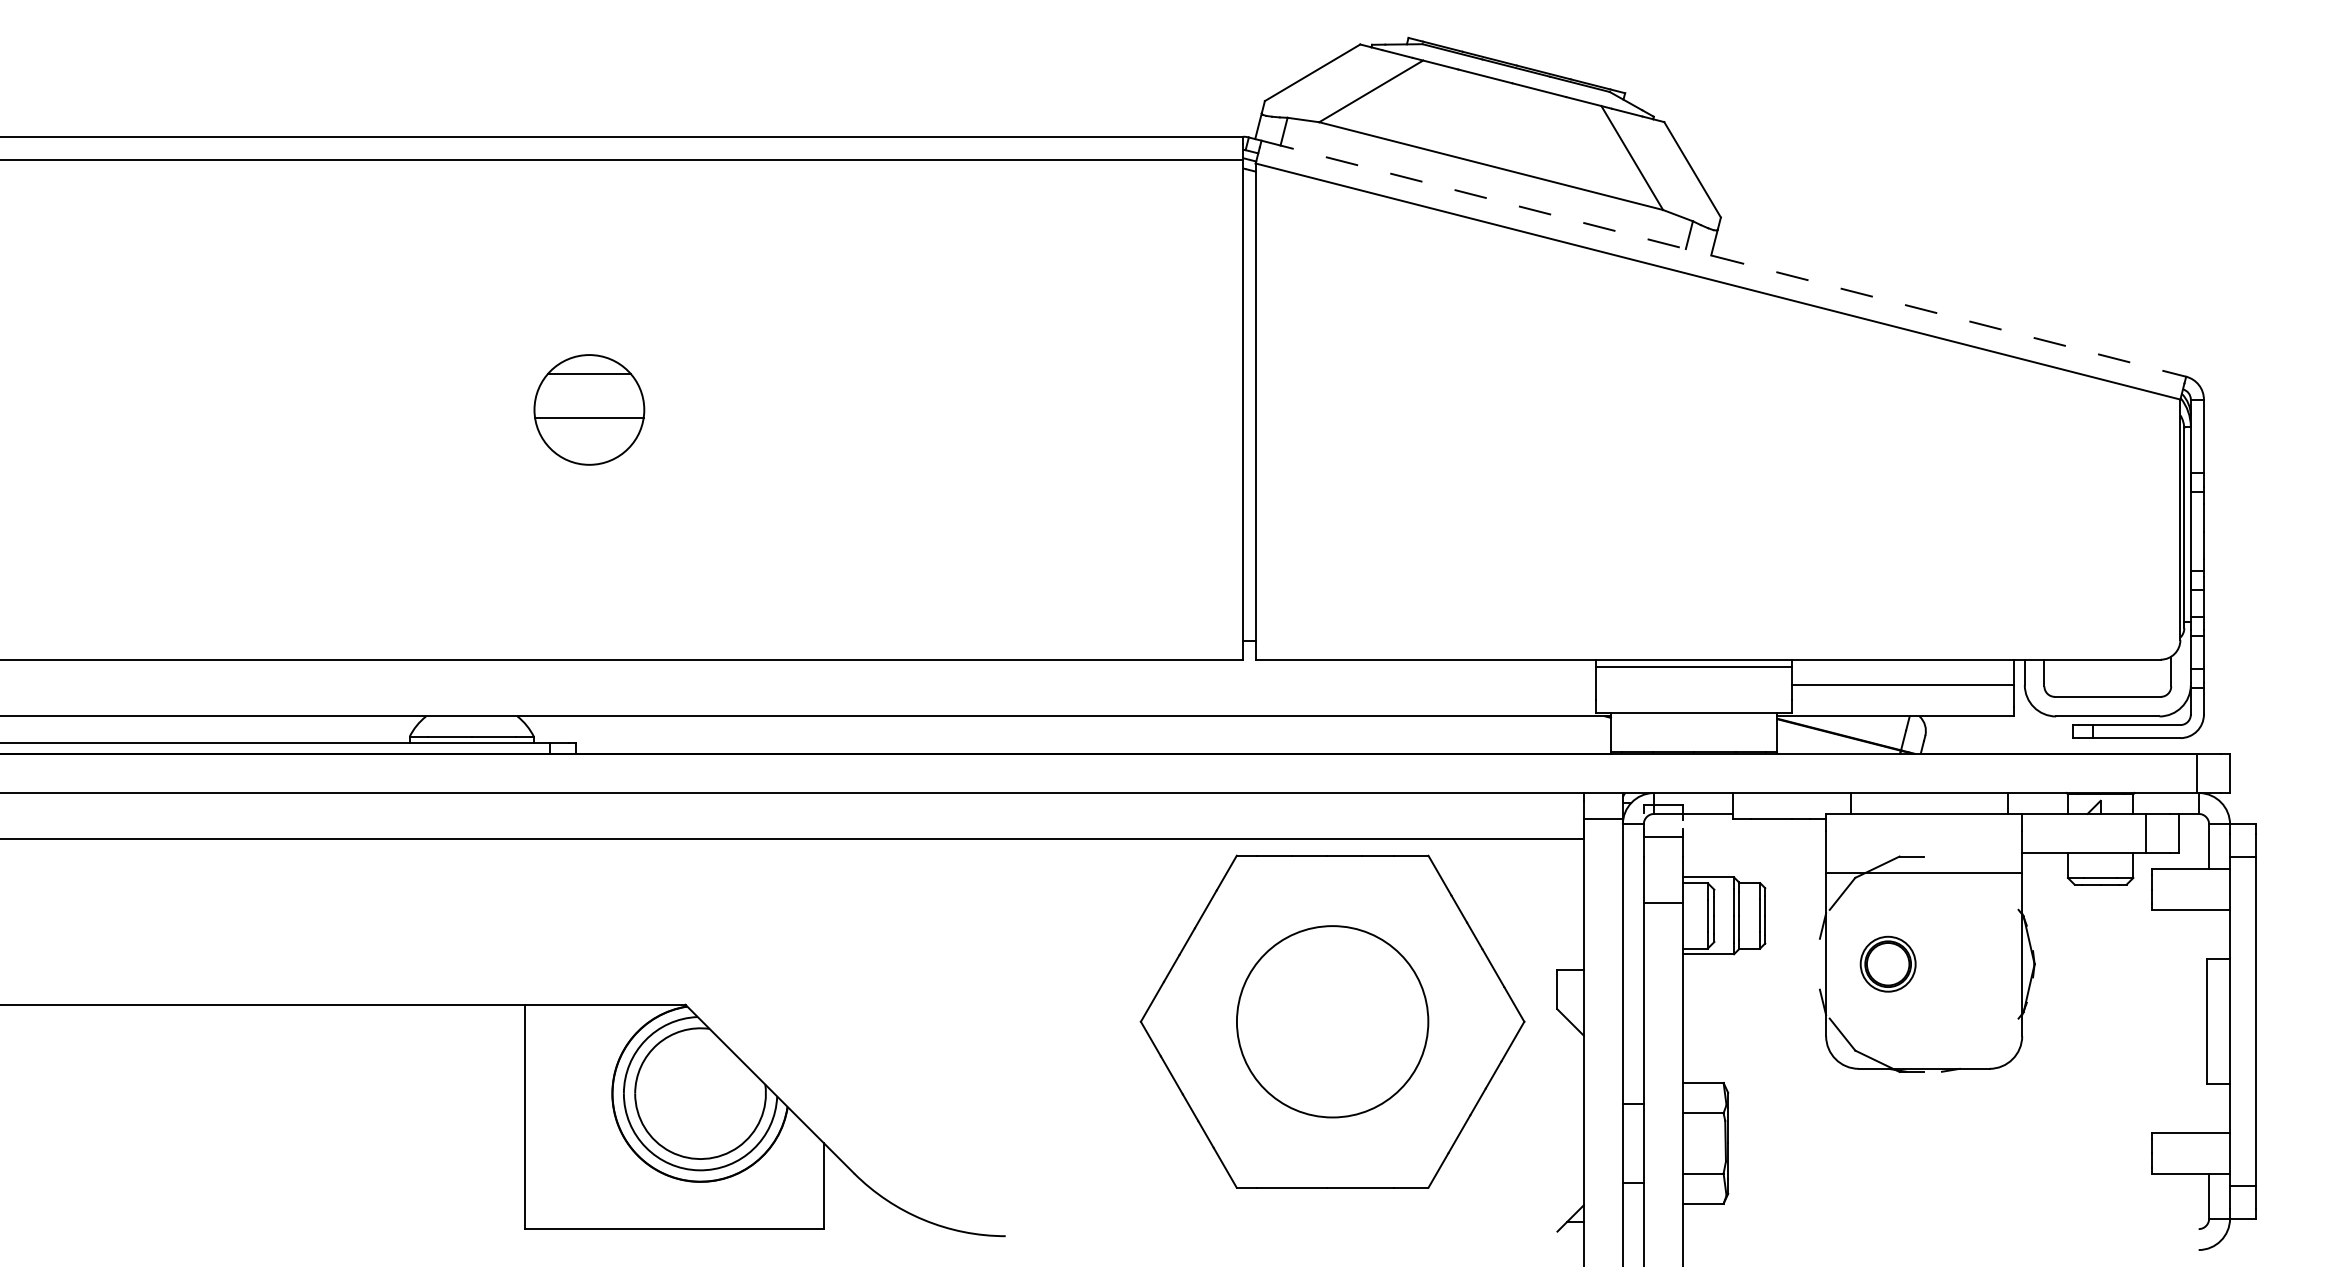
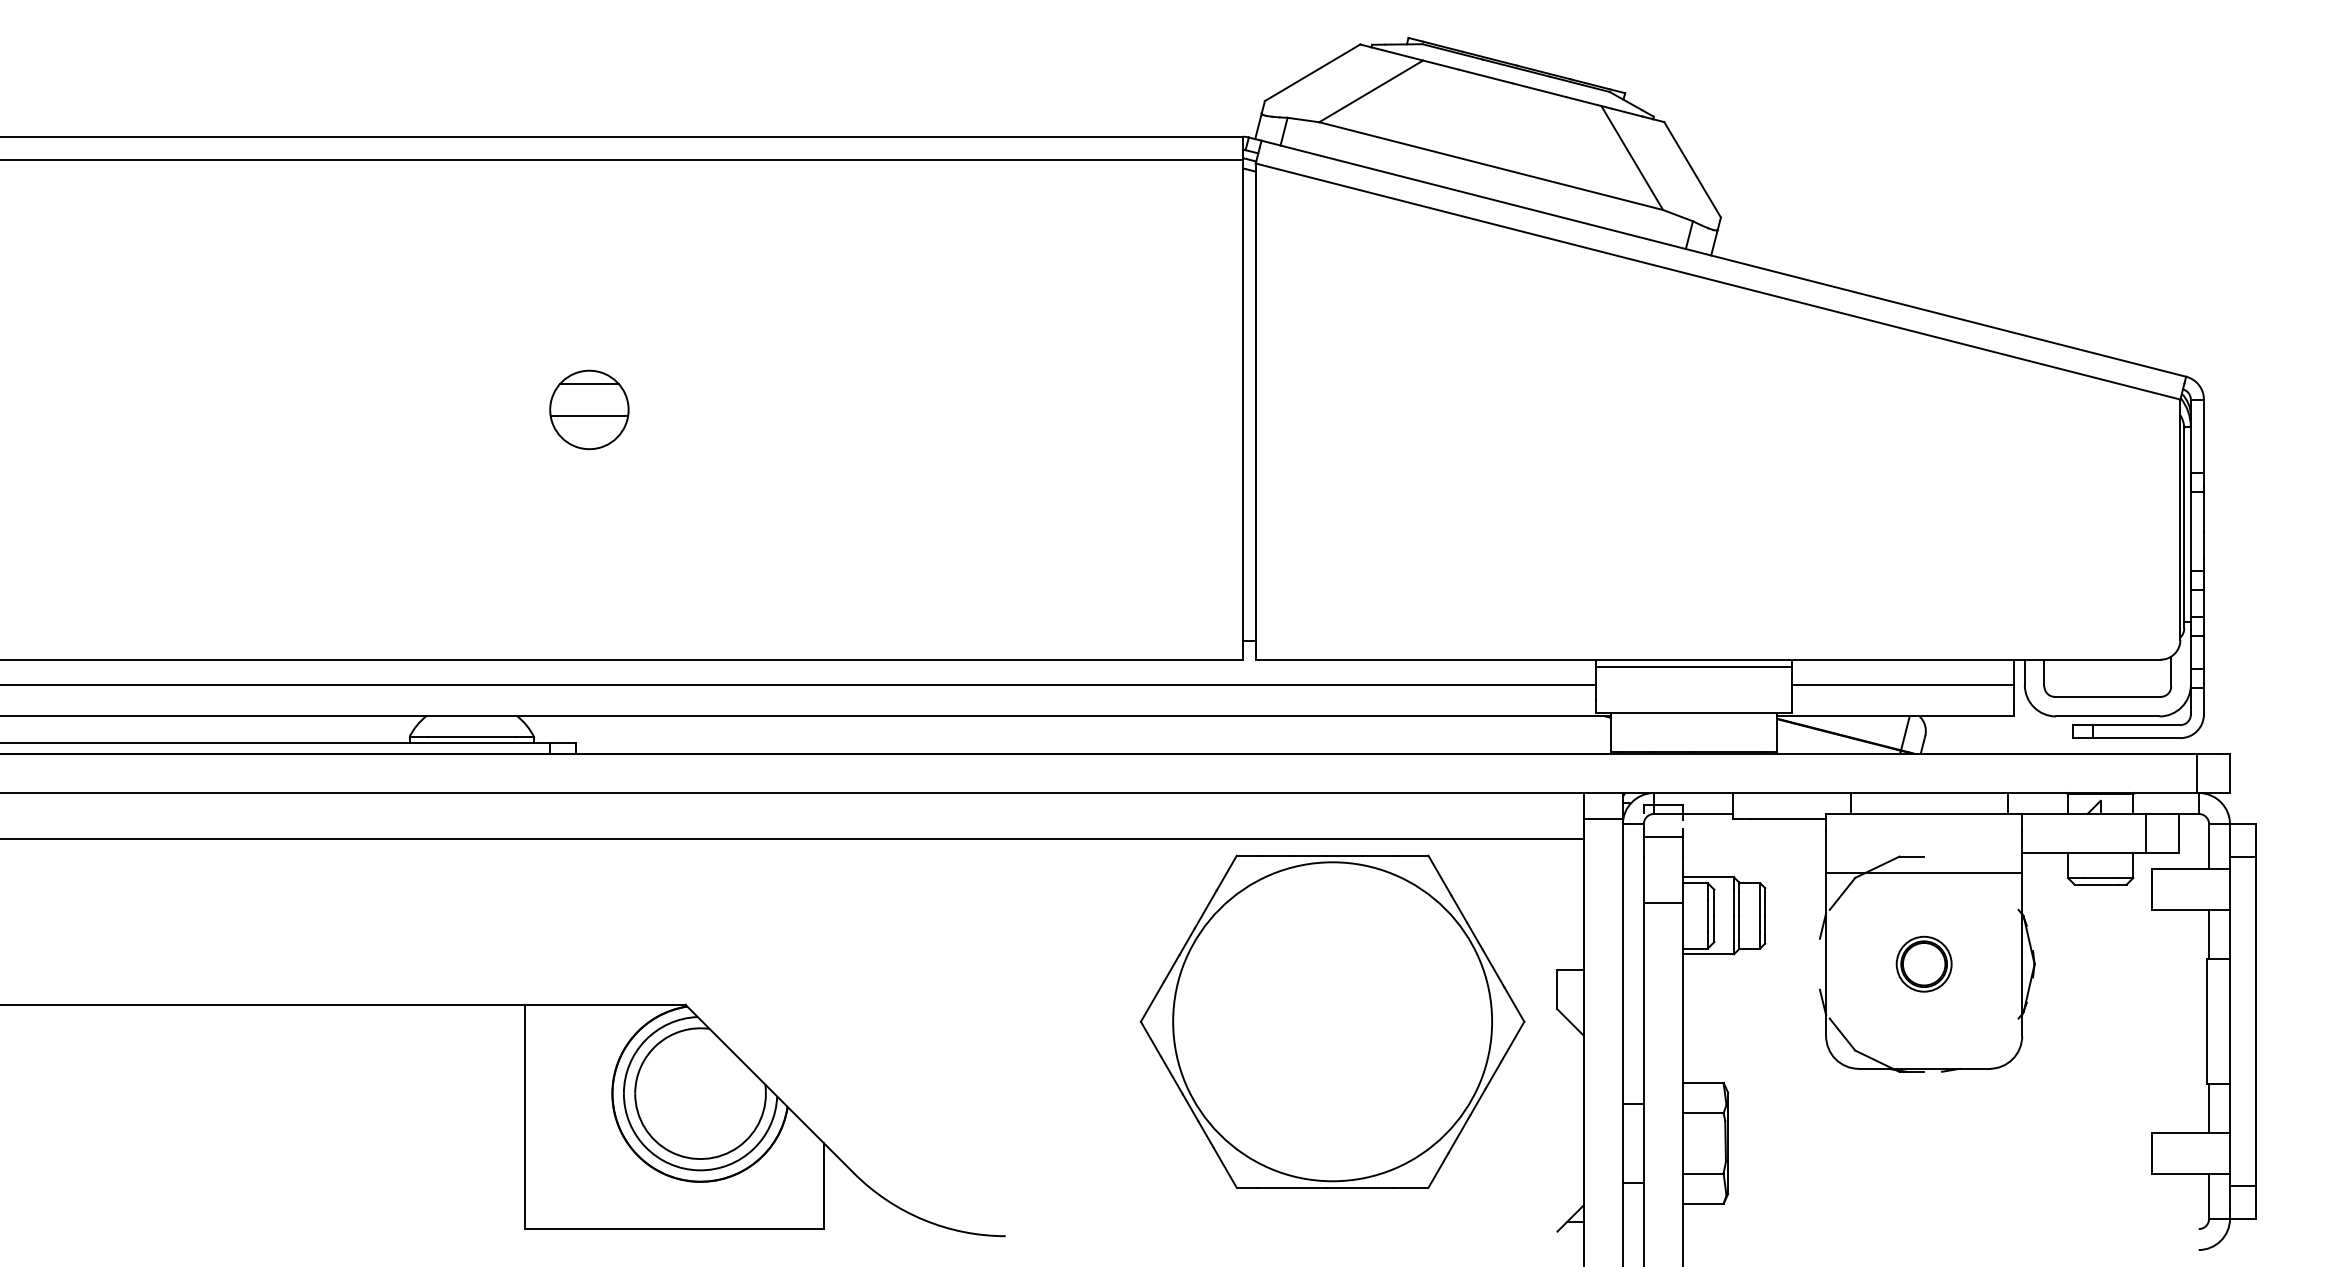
line at (1724, 258): dashed -> solid
part at (589, 409) size: 113x112 px -> 81x82 px
line at (798, 685): none -> present
line at (2209, 934): none -> present
part at (1887, 963) position: (1887, 963) -> (1923, 963)
circle at (1332, 1021) diameter: 191 px -> 319 px
line at (2209, 1107): none -> present
